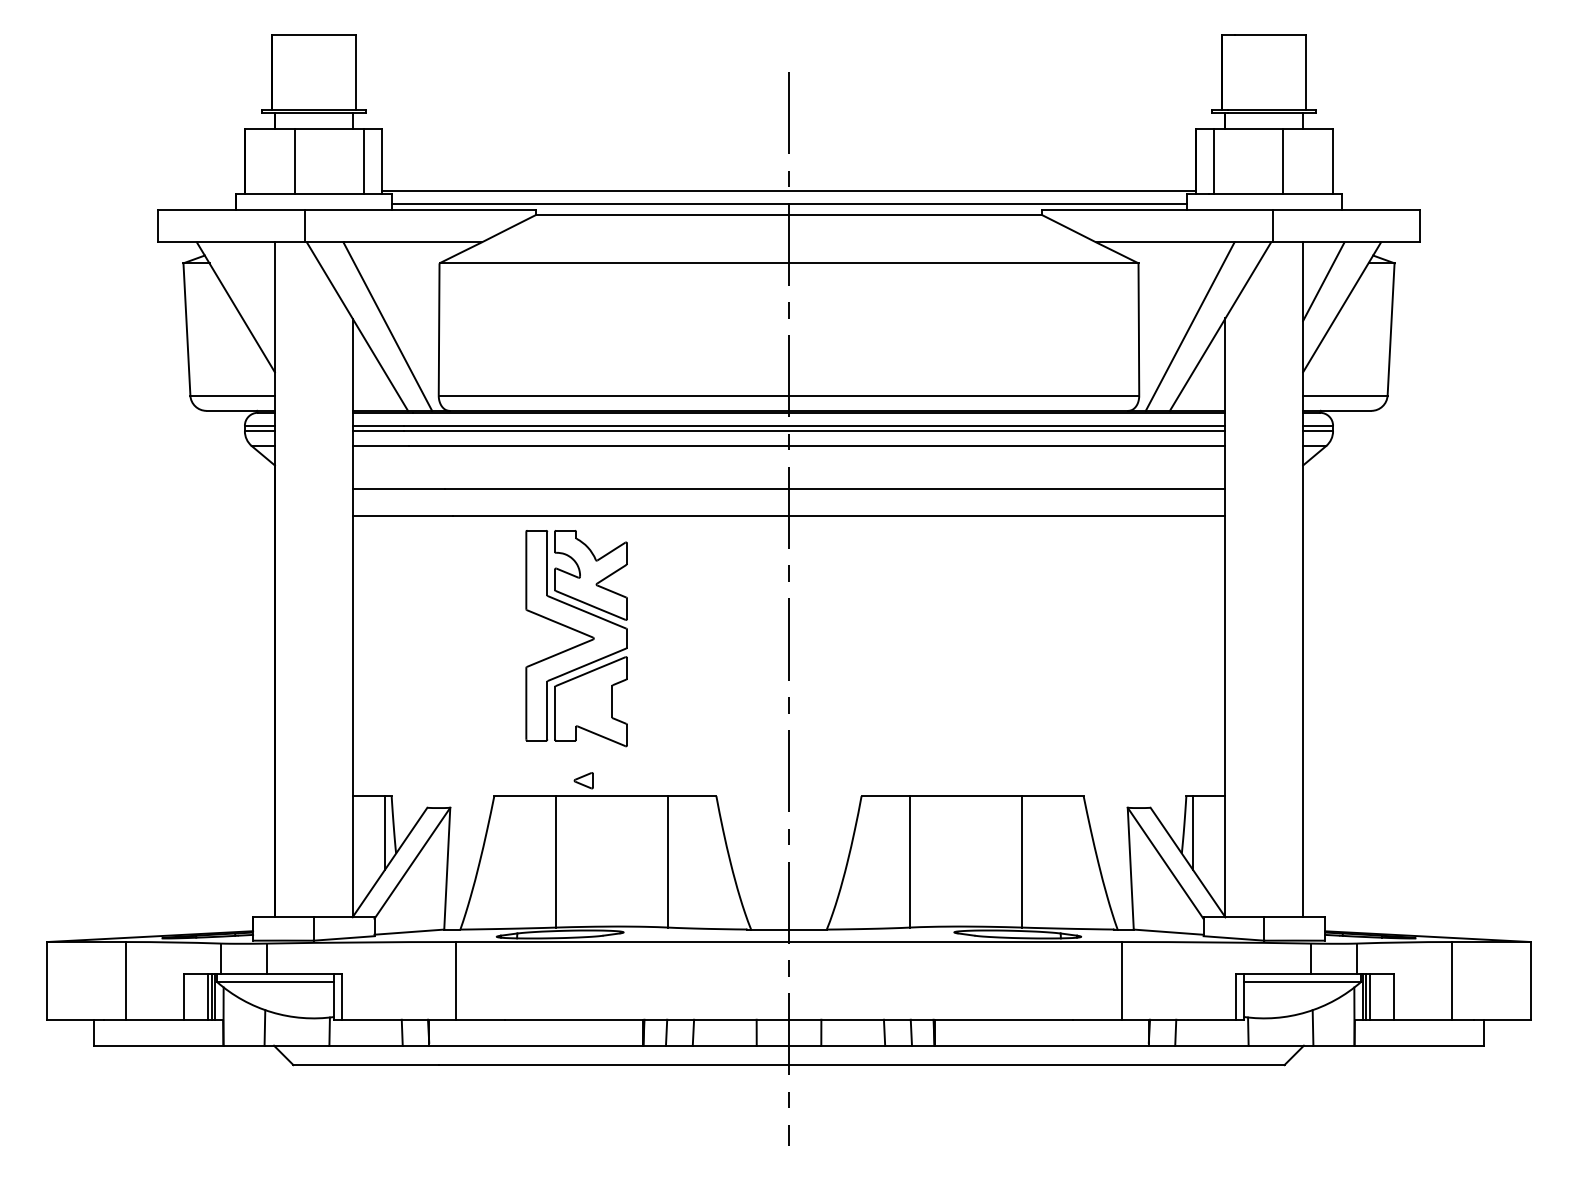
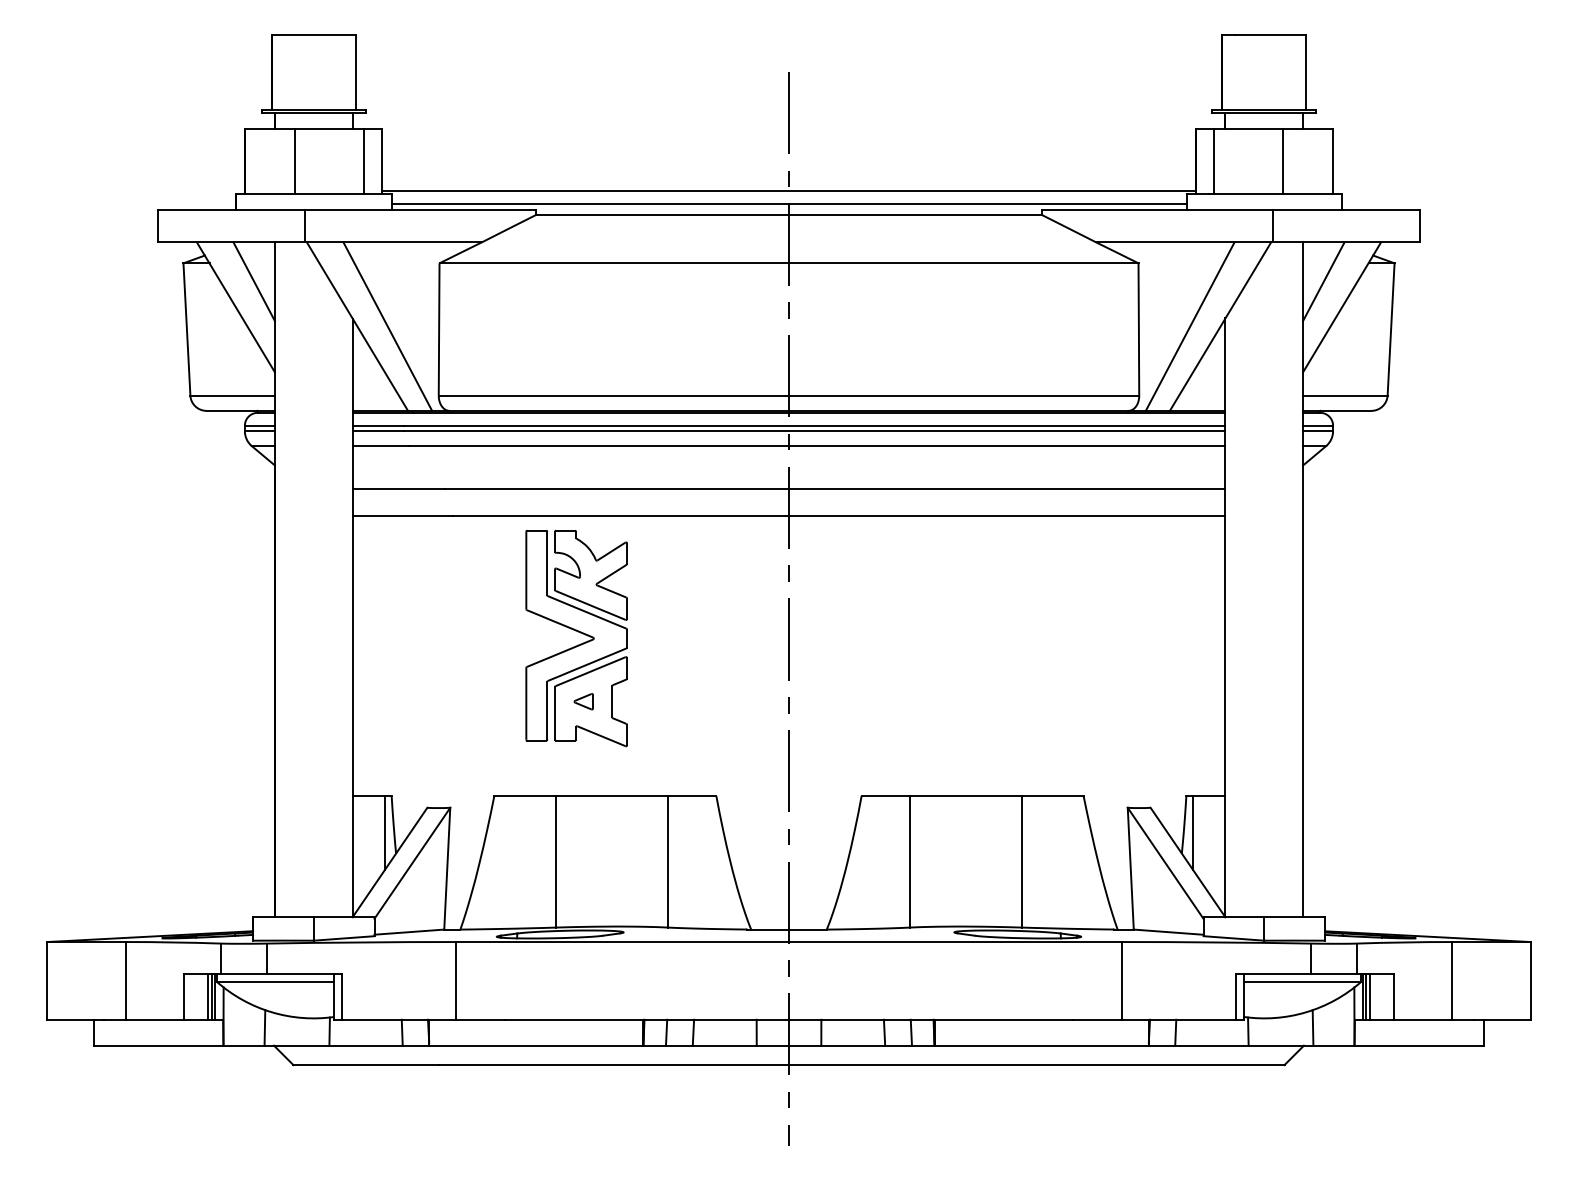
line at (253, 281): none -> present
part at (583, 780) position: (583, 780) -> (583, 701)
